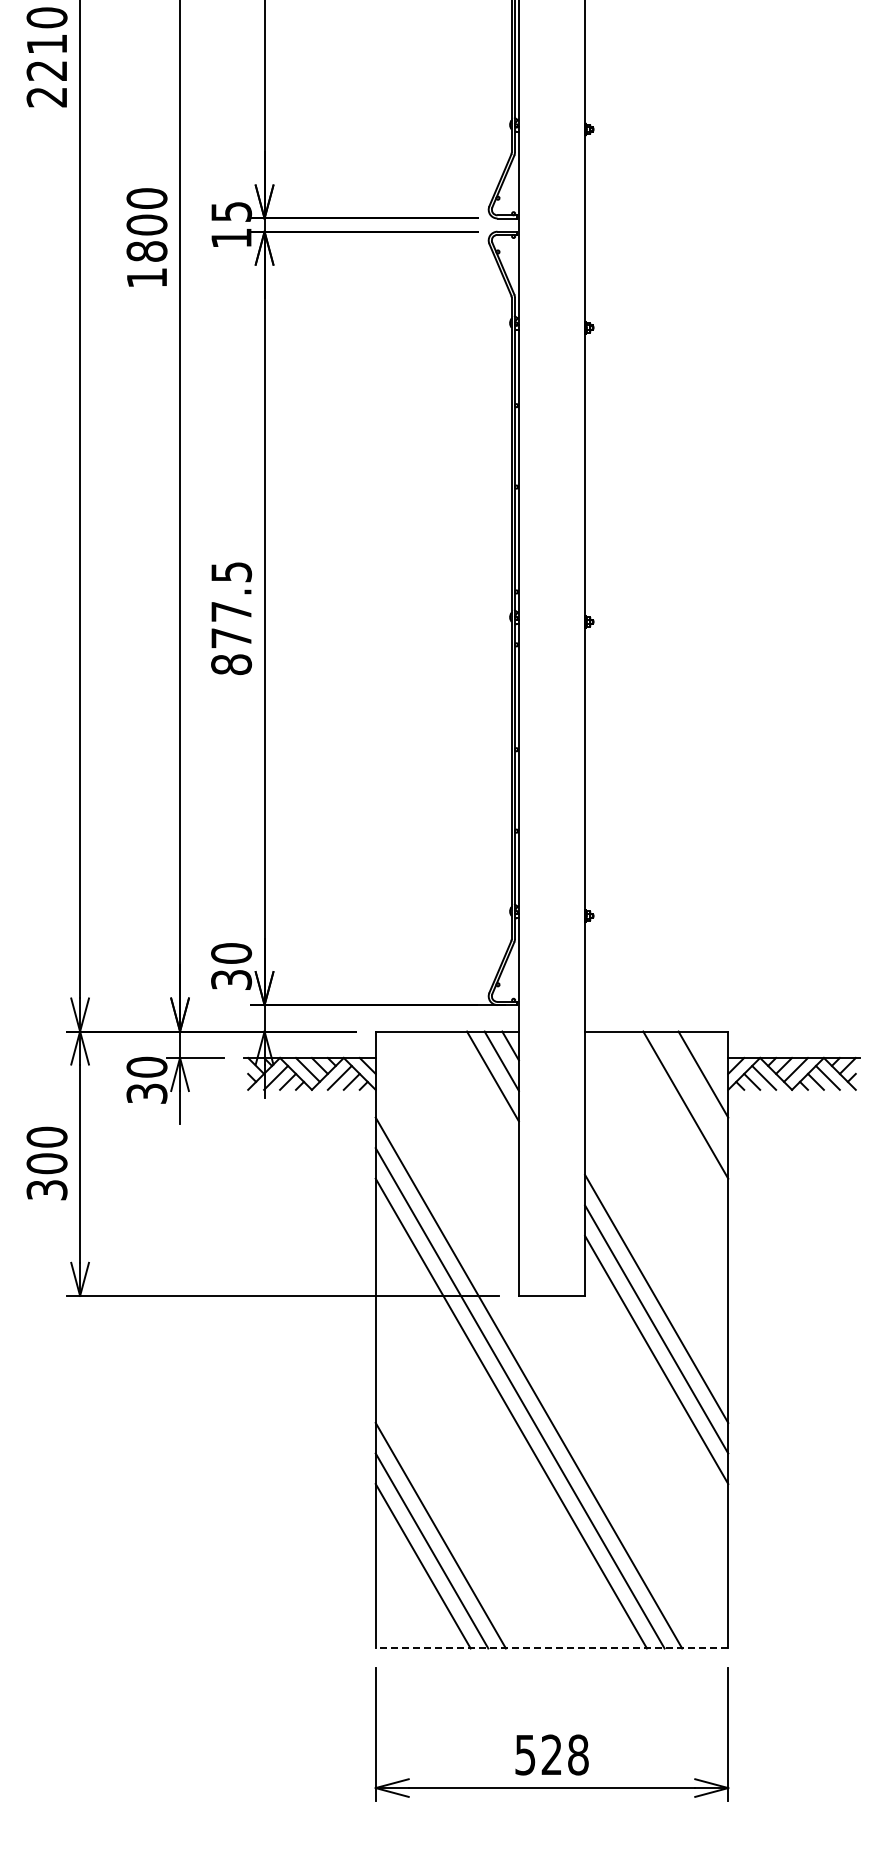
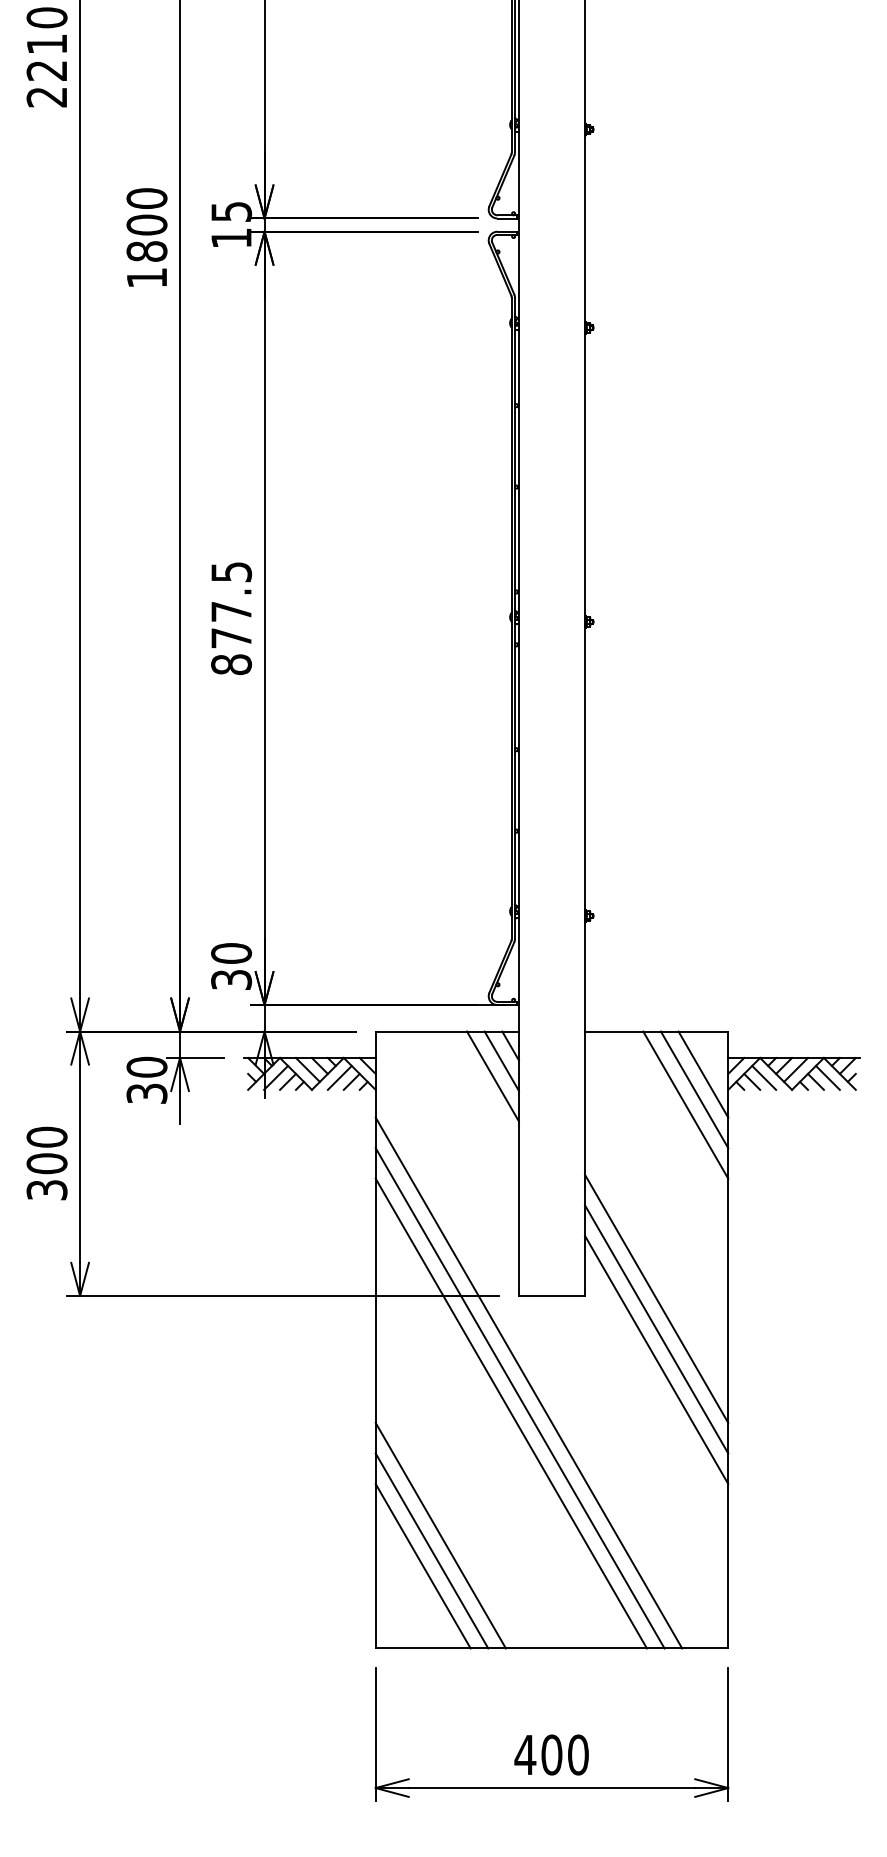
line at (694, 1089): none -> present
line at (551, 1648): dashed -> solid
text at (551, 1754): 528 -> 400
